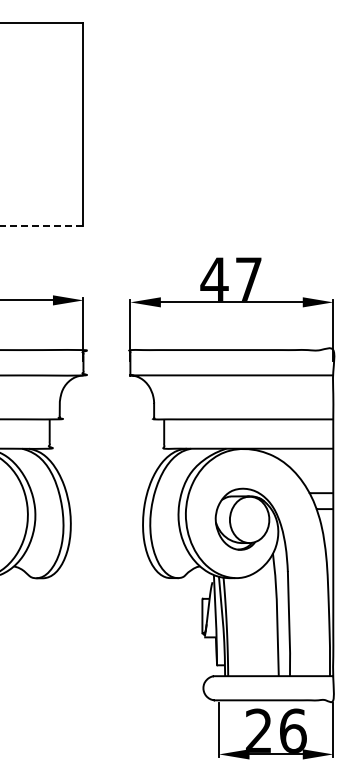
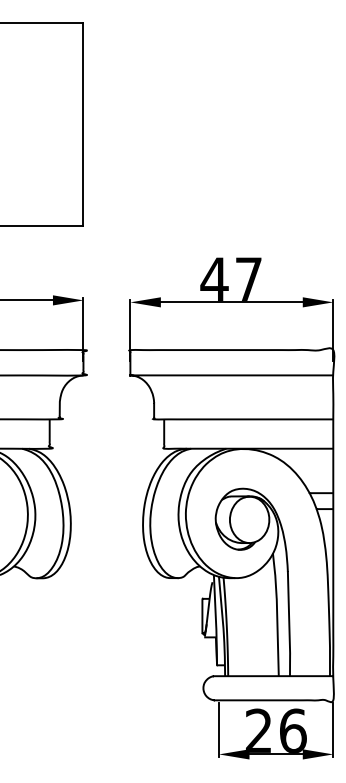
line at (42, 226): dashed -> solid
